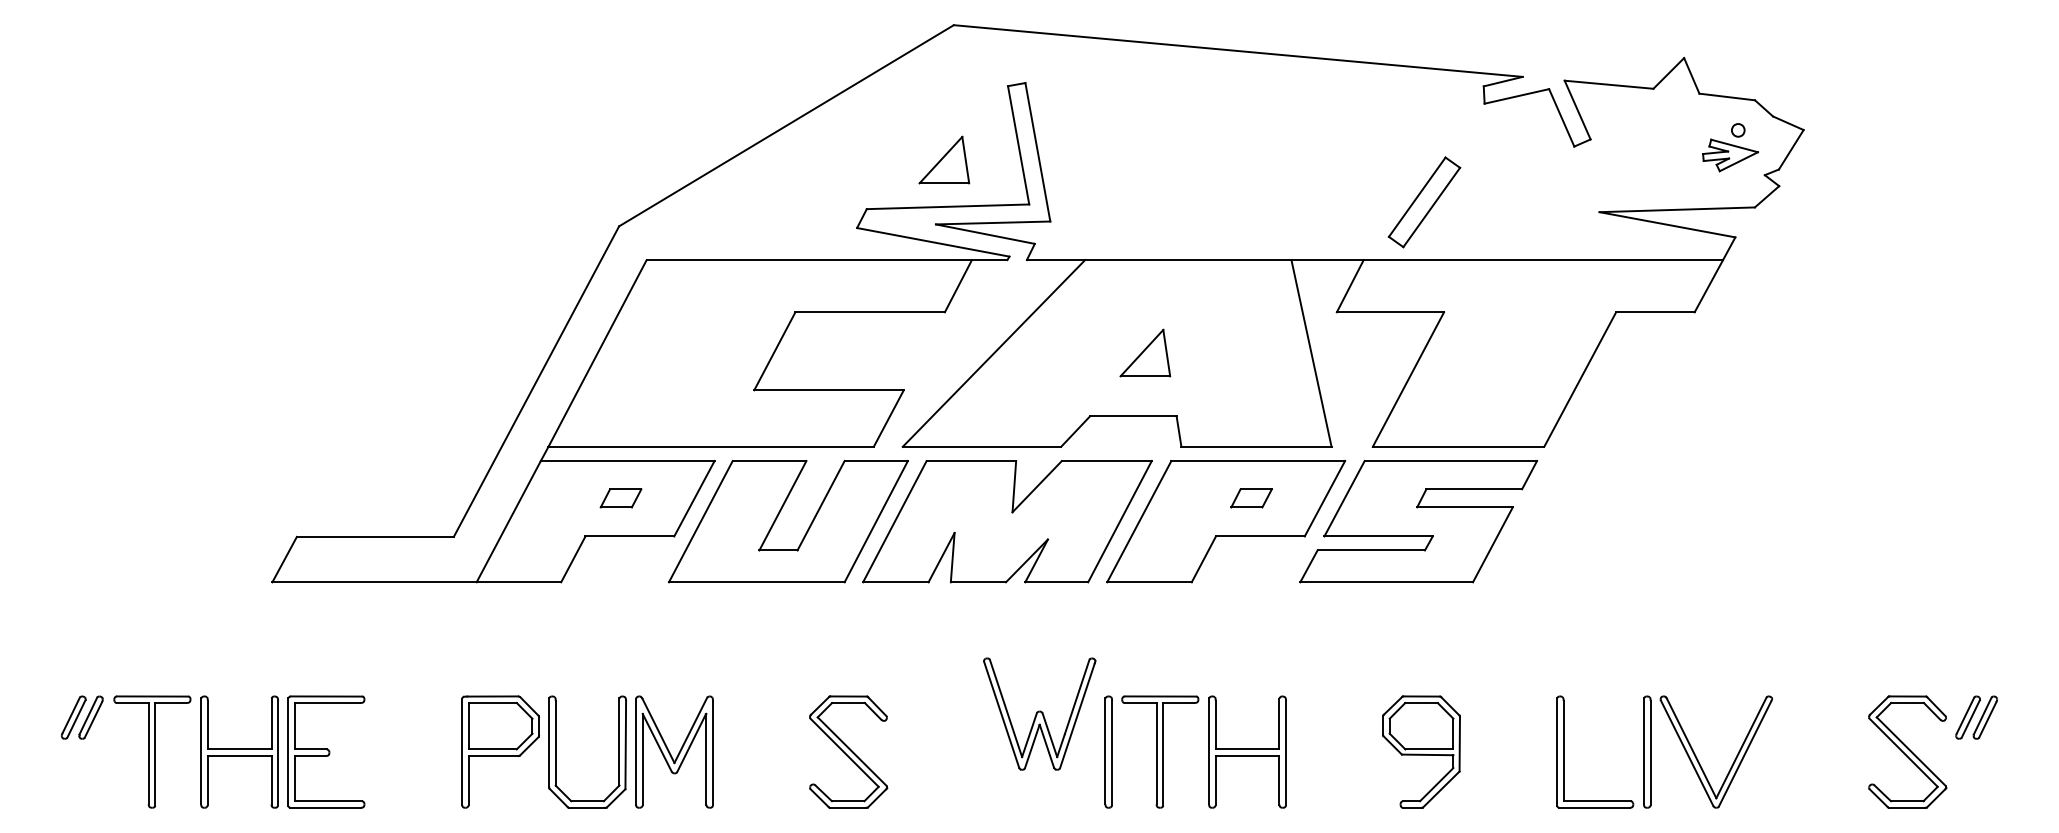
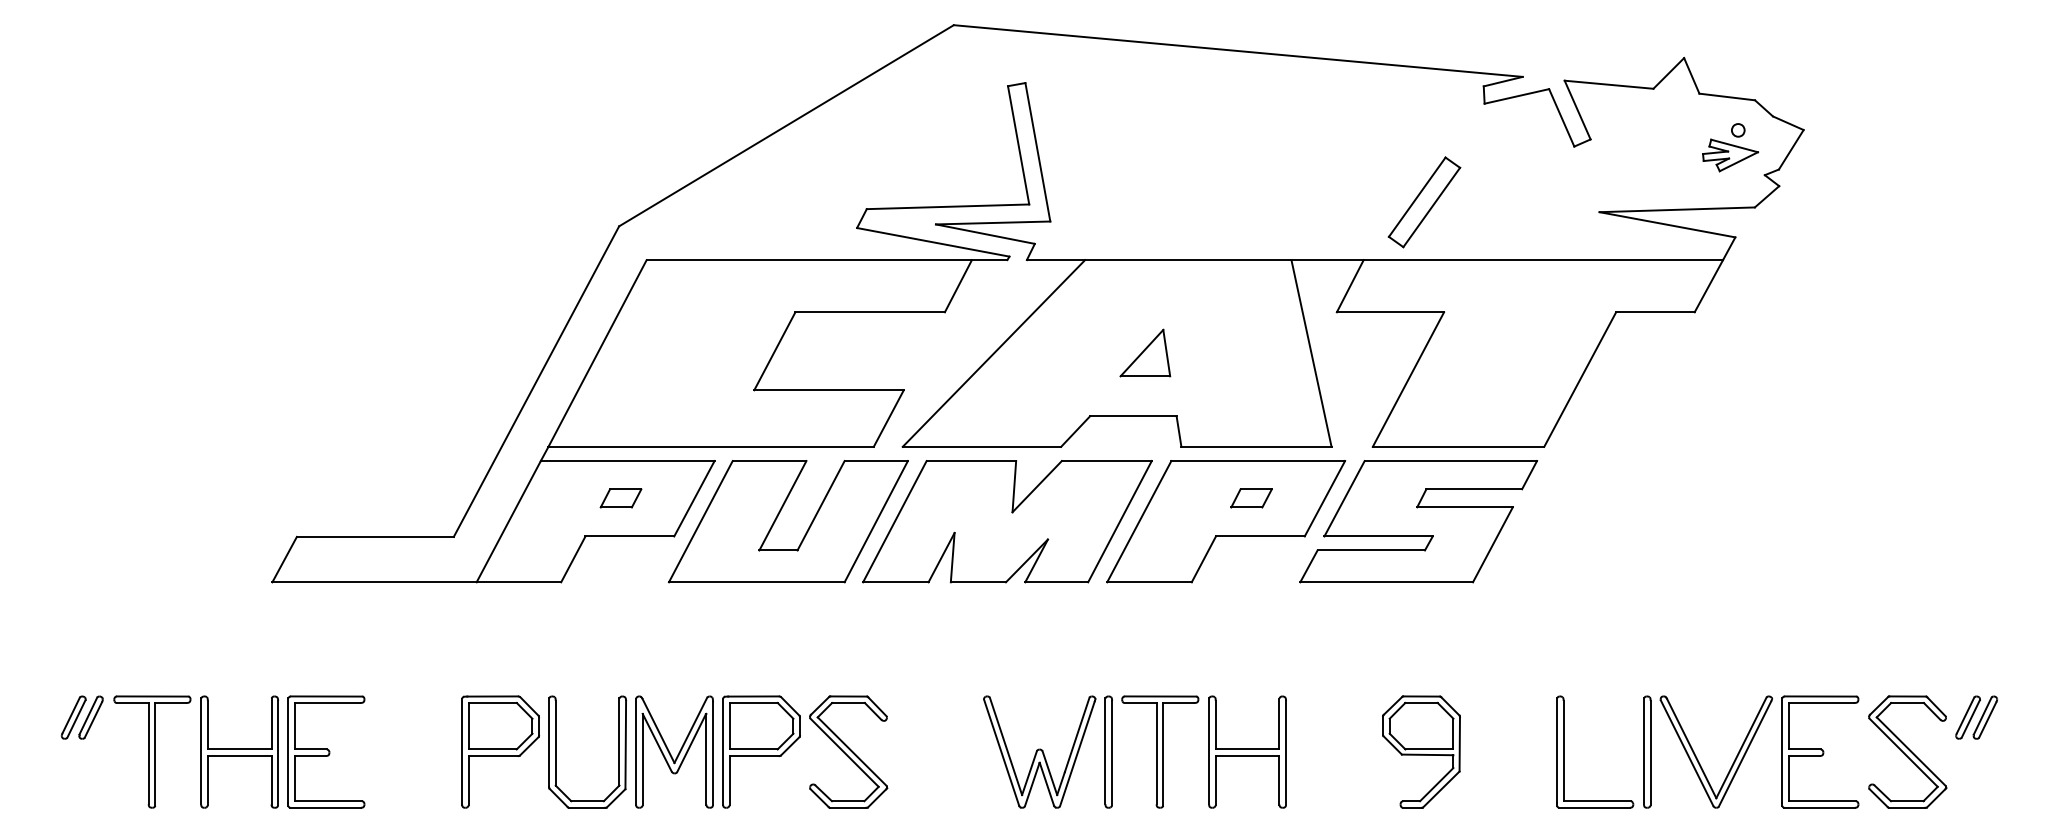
part at (944, 159): present -> none
part at (1039, 713) position: (1039, 713) -> (1039, 751)
part at (761, 751): none -> present
part at (1820, 751): none -> present
